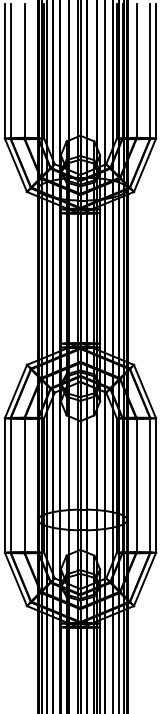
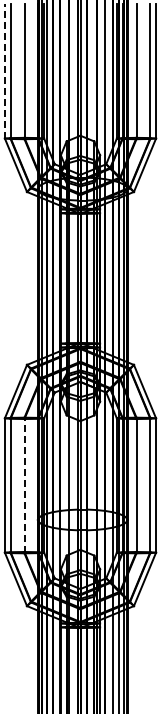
line at (4, 70): solid -> dashed
line at (24, 485): solid -> dashed
